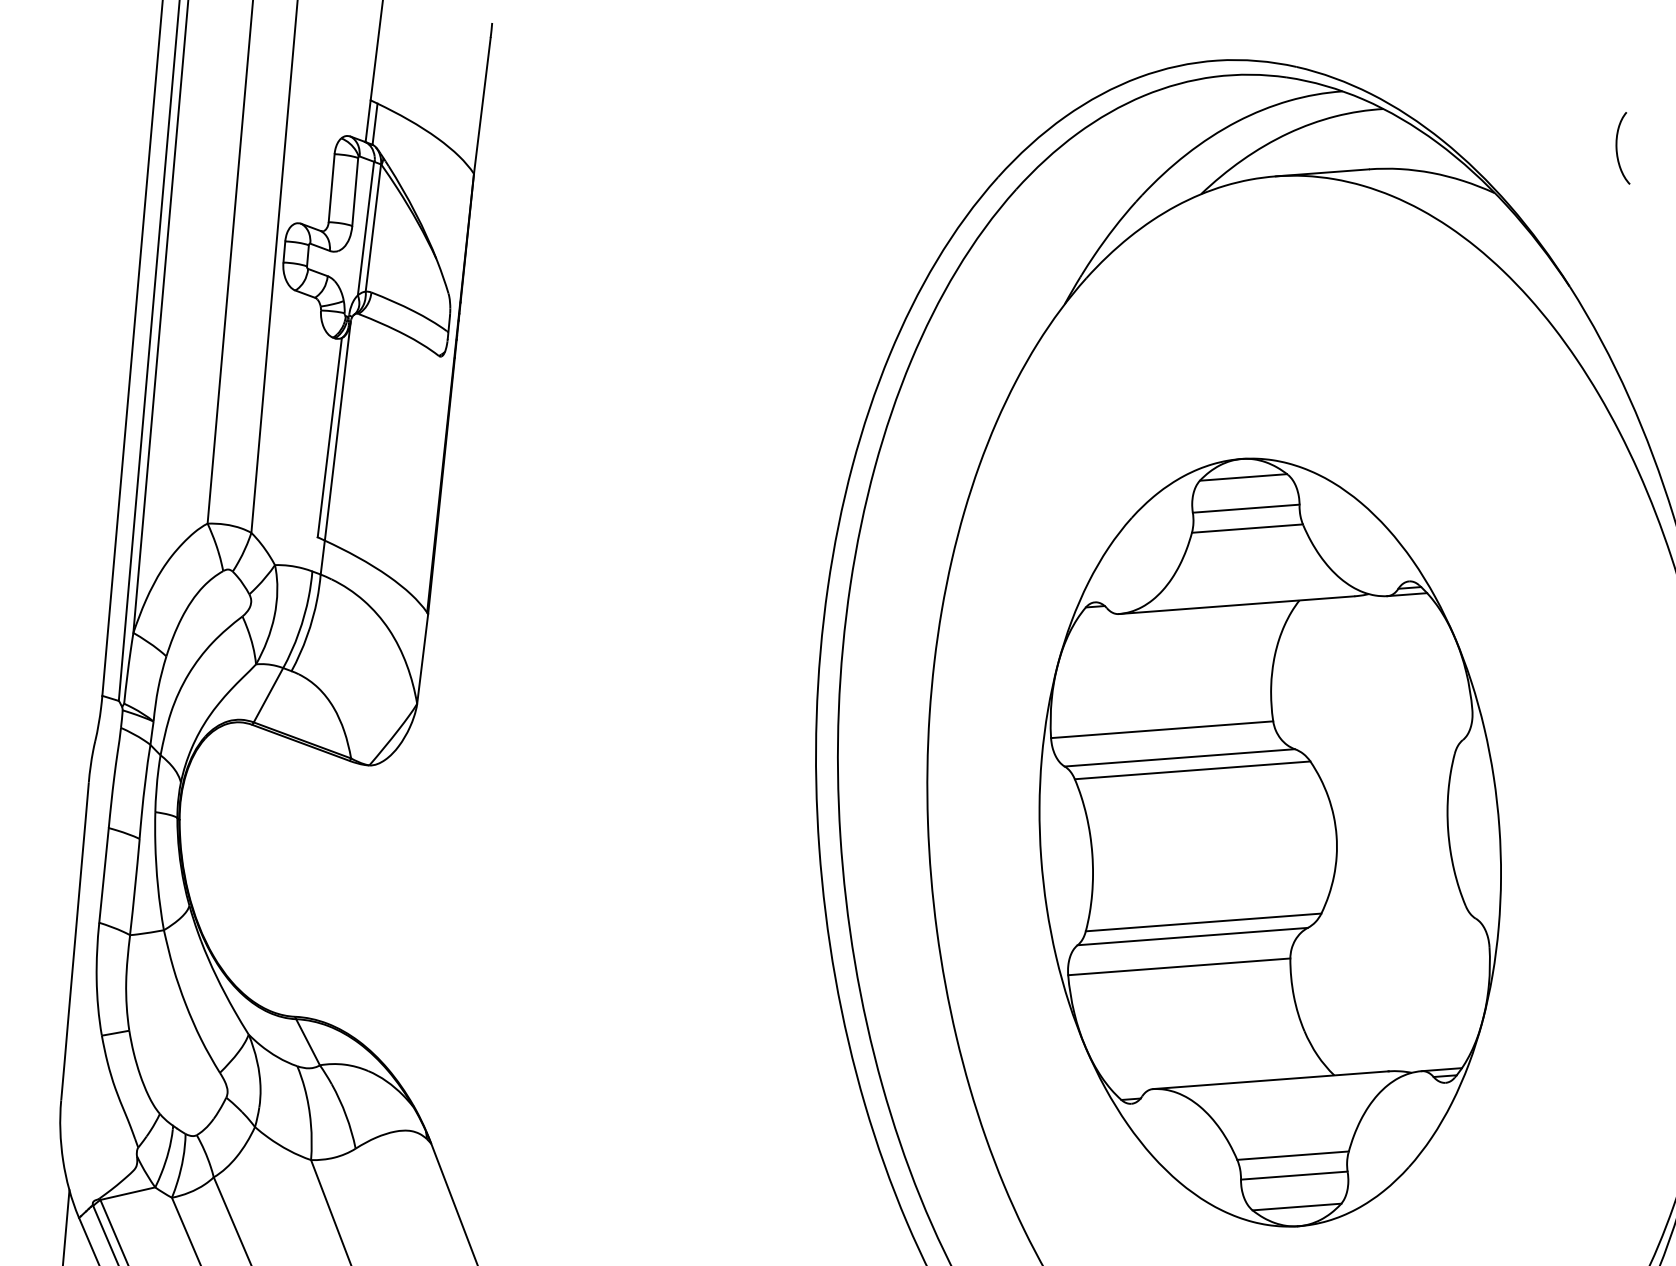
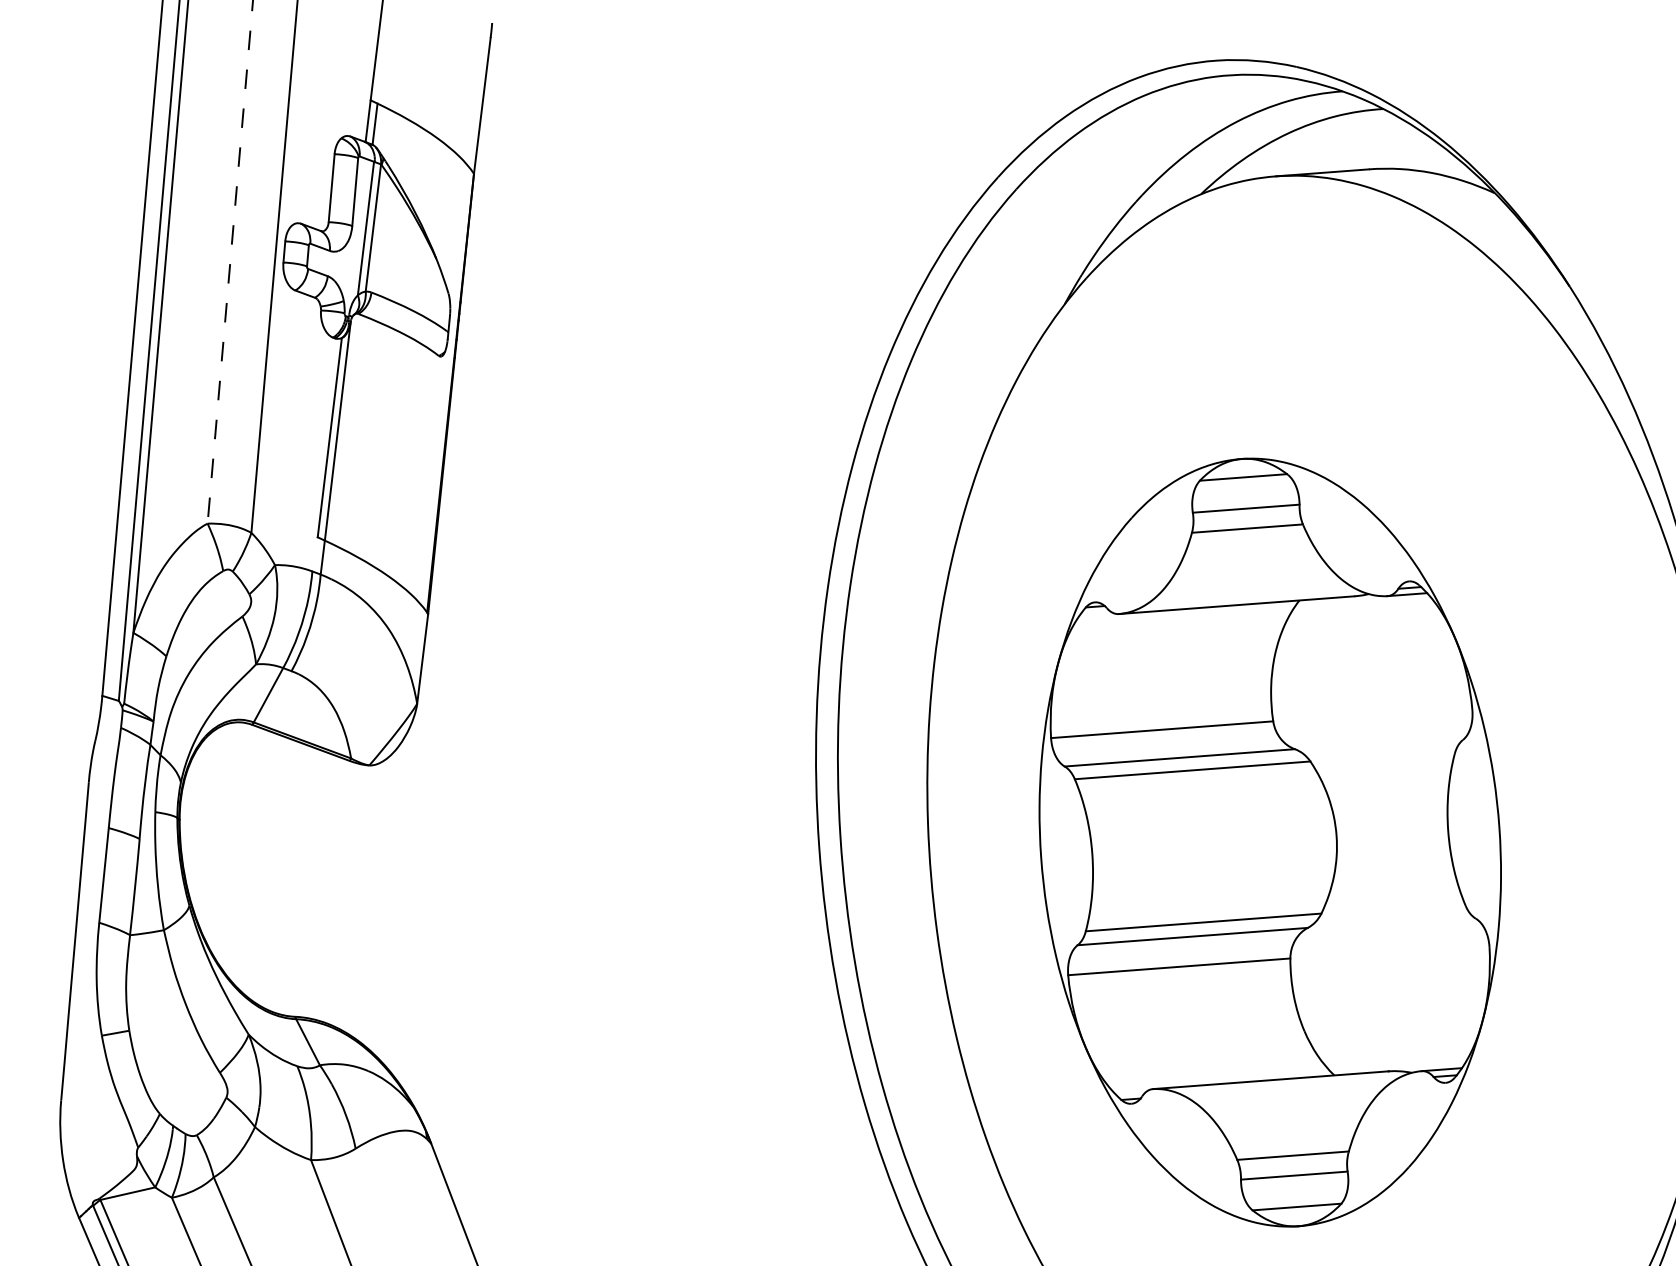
curve at (1617, 148): present -> none
line at (230, 261): solid -> dashed
line at (66, 1226): present -> none
